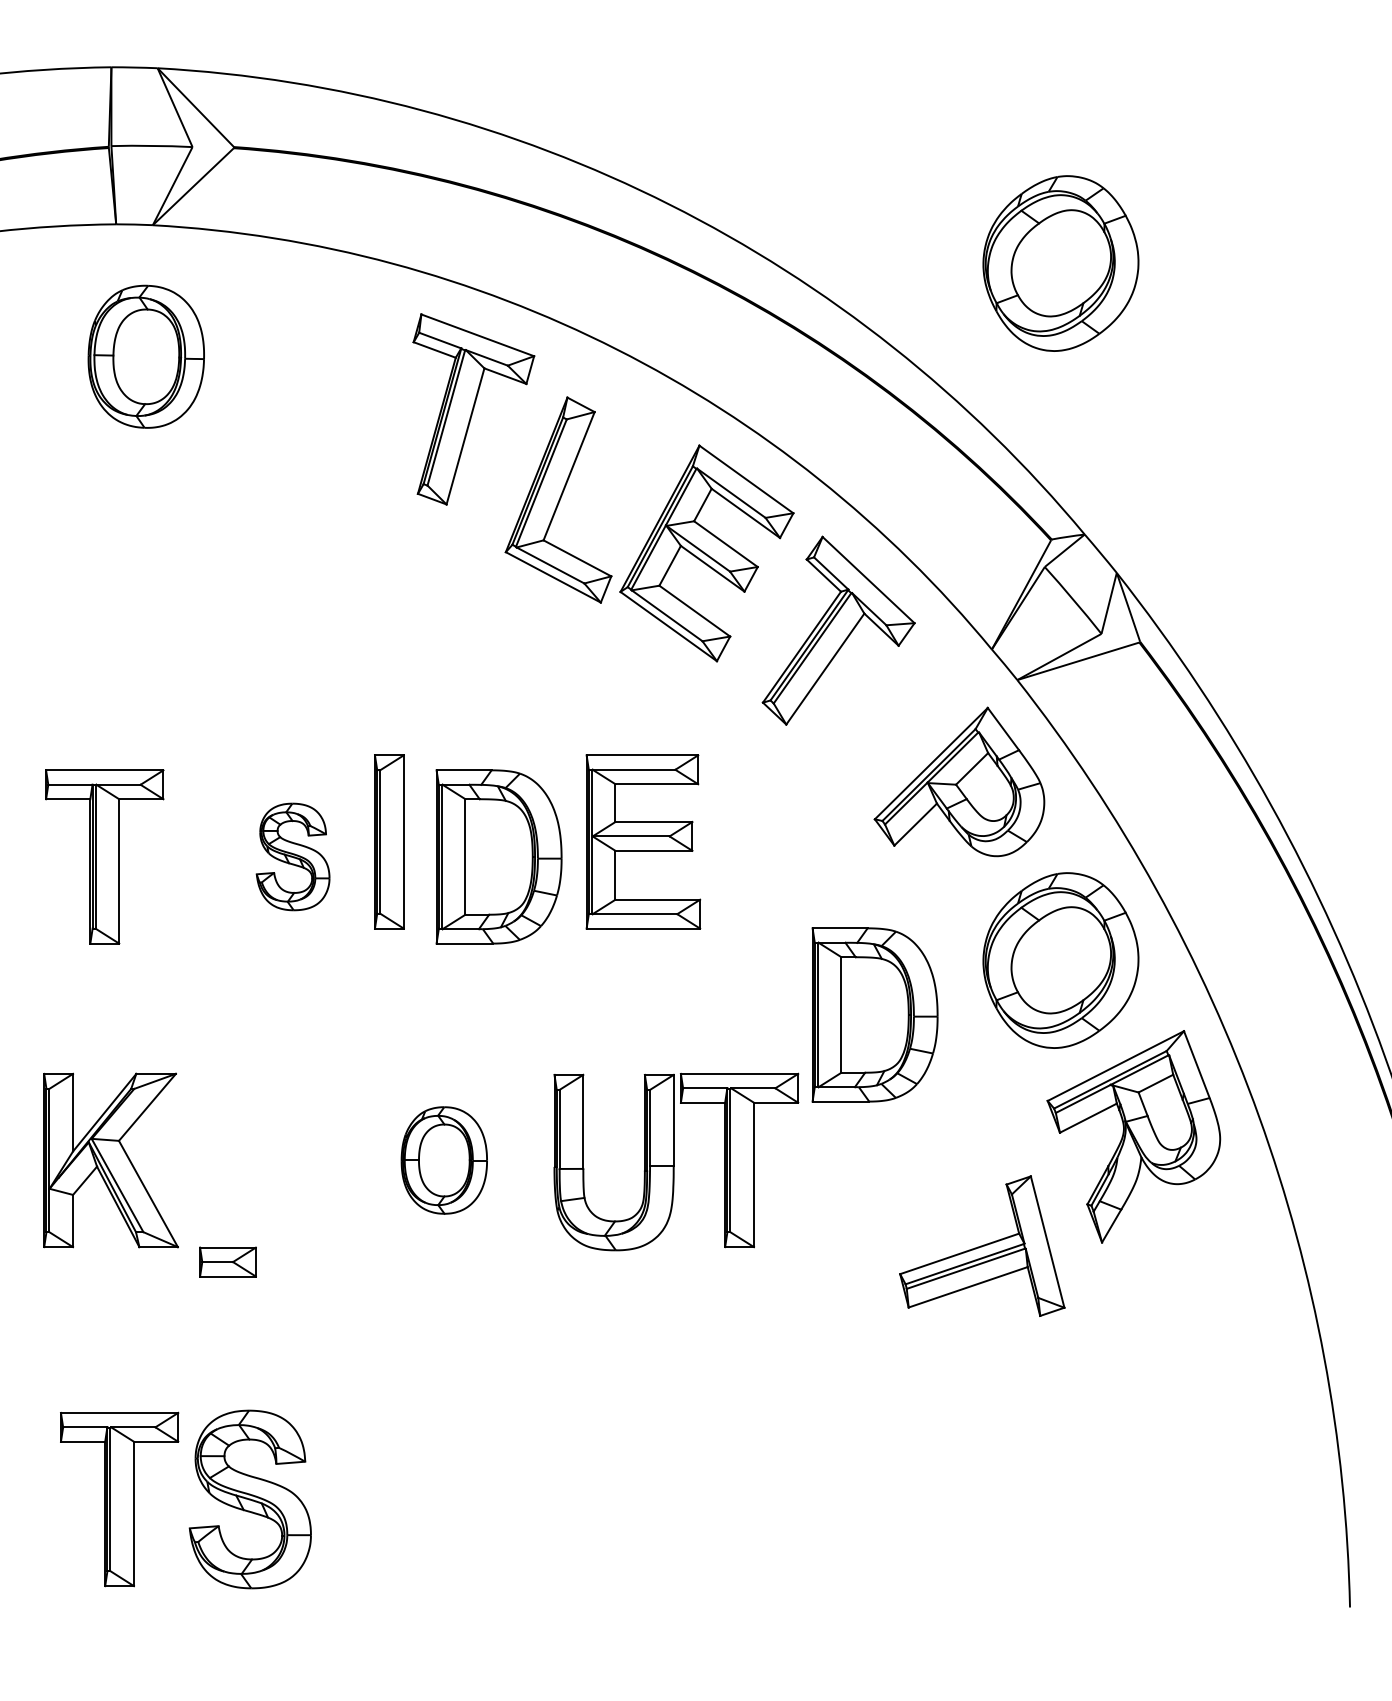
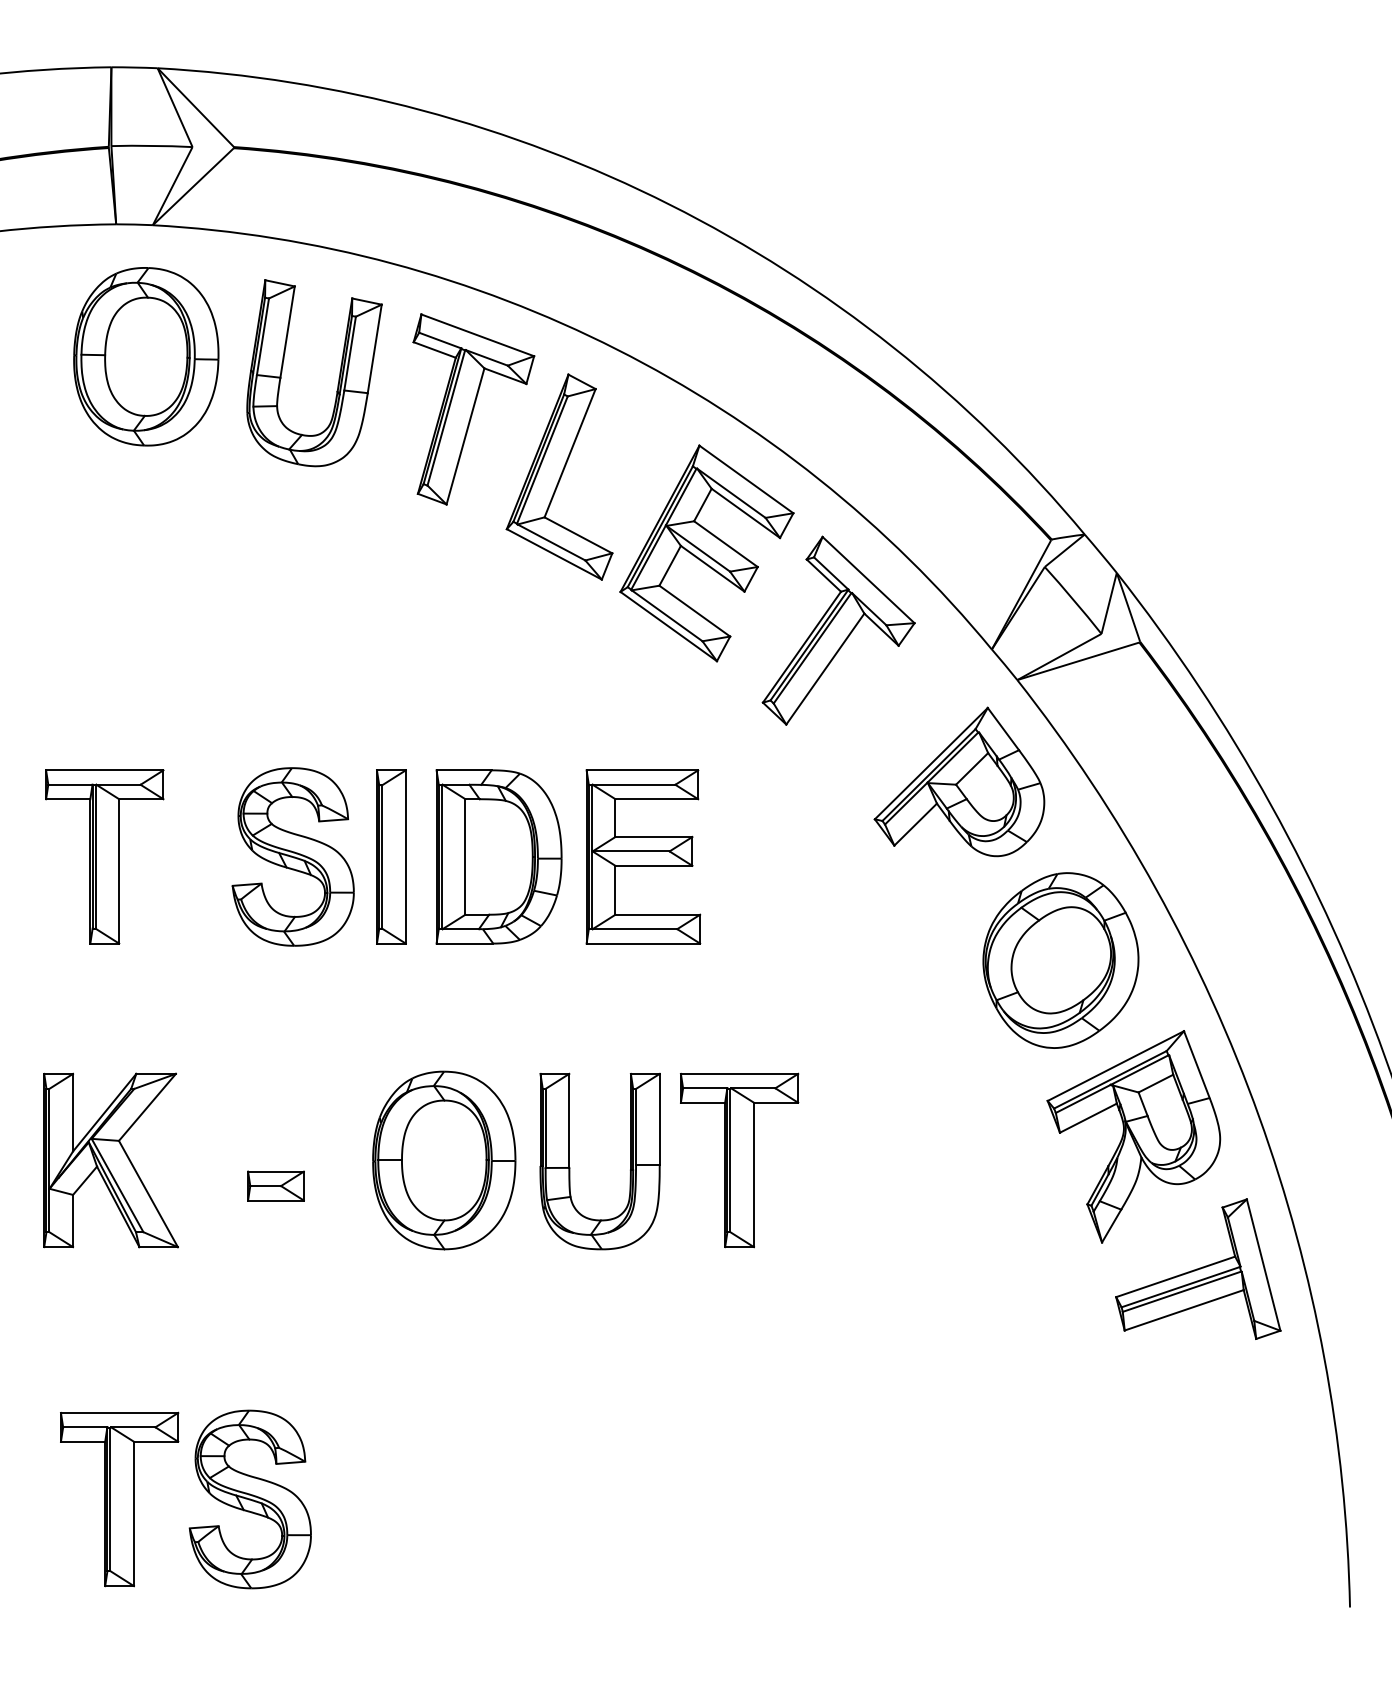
part at (1060, 263): present -> none
part at (145, 356) size: 118x145 px -> 147x180 px
part at (338, 377): none -> present
part at (558, 499) position: (558, 499) -> (559, 476)
part at (389, 841) position: (389, 841) -> (391, 856)
part at (643, 841) position: (643, 841) -> (643, 856)
part at (292, 856) size: 76x110 px -> 124x180 px
part at (874, 1014): present -> none
part at (443, 1160) size: 88x109 px -> 145x181 px
part at (584, 1168) position: (584, 1168) -> (570, 1167)
part at (982, 1245) position: (982, 1245) -> (1198, 1268)
part at (227, 1261) position: (227, 1261) -> (275, 1185)
